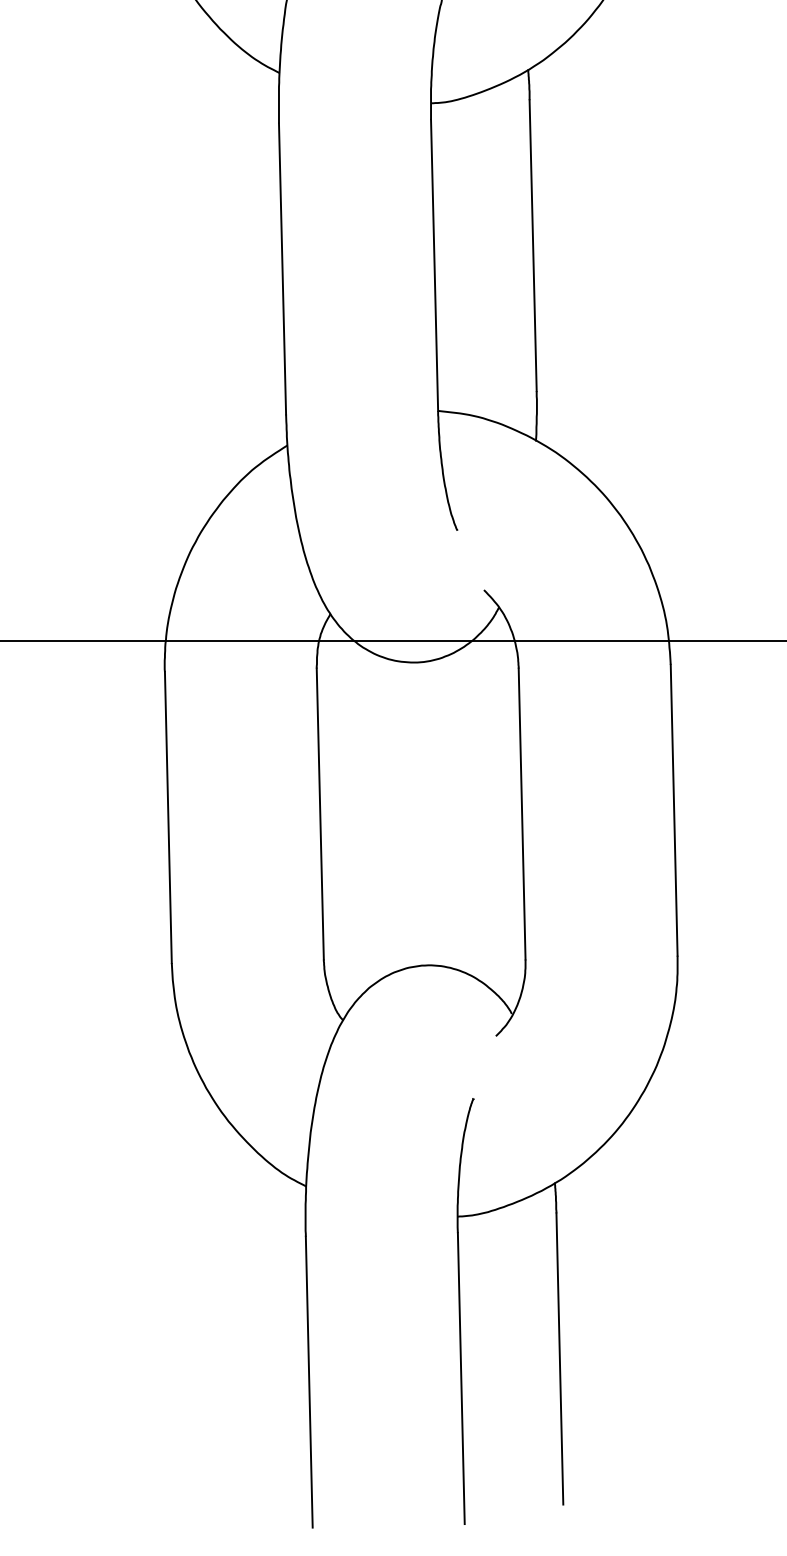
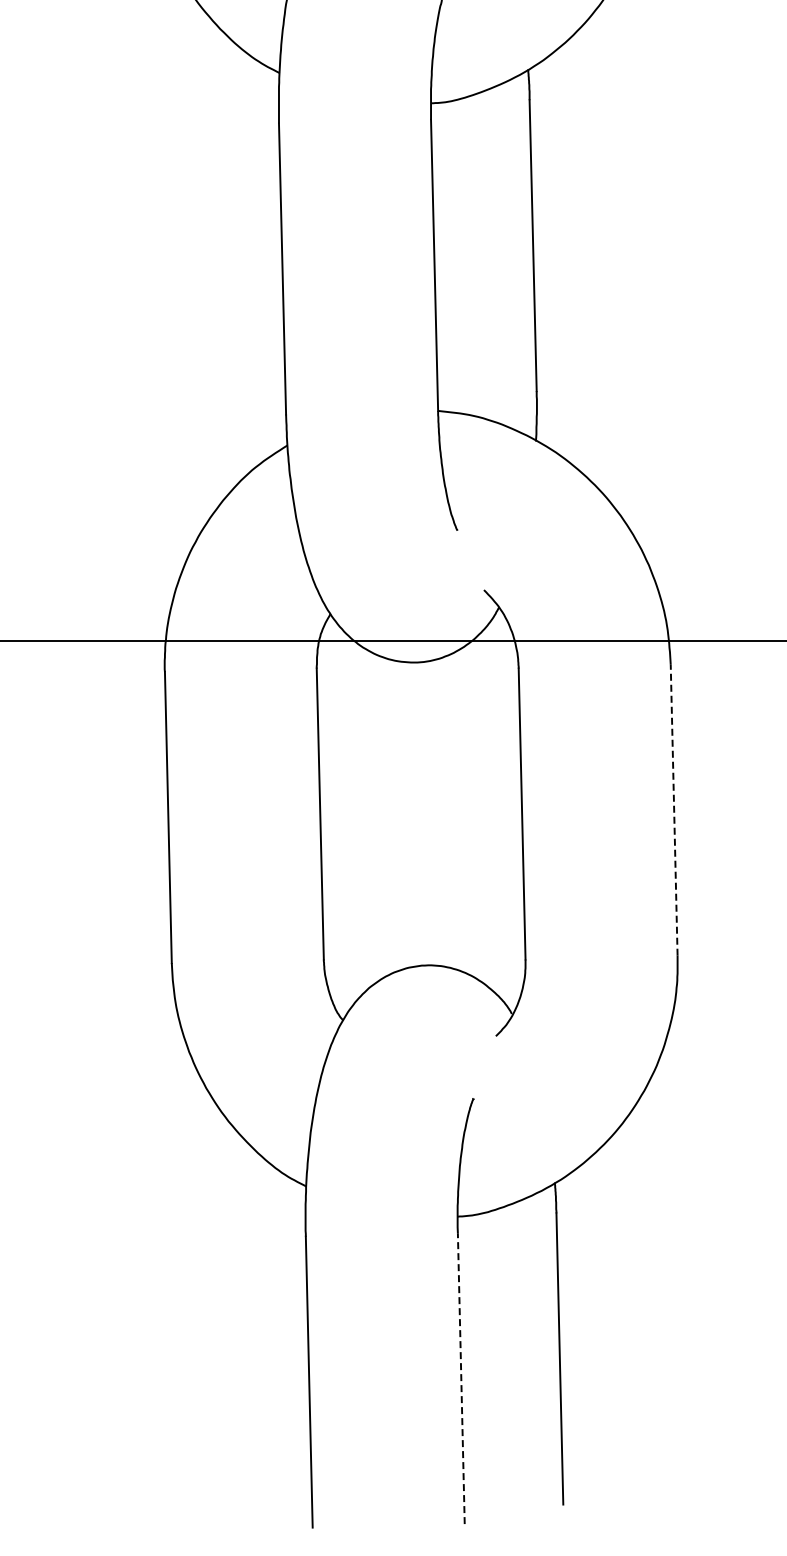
line at (674, 809): solid -> dashed
line at (461, 1378): solid -> dashed
